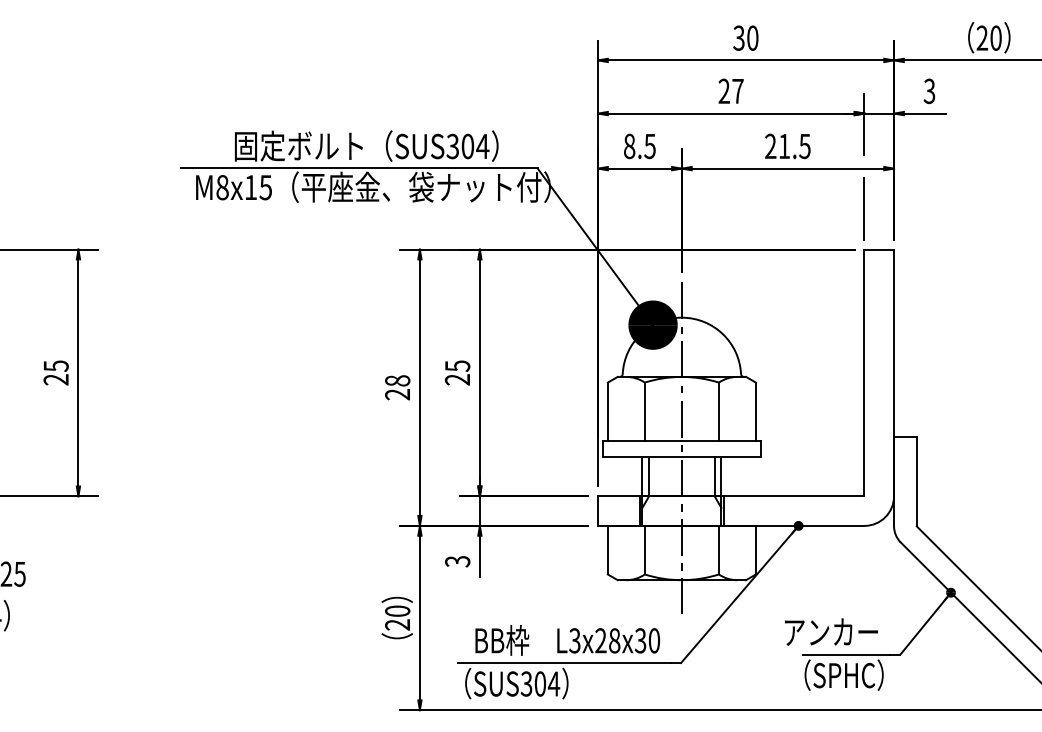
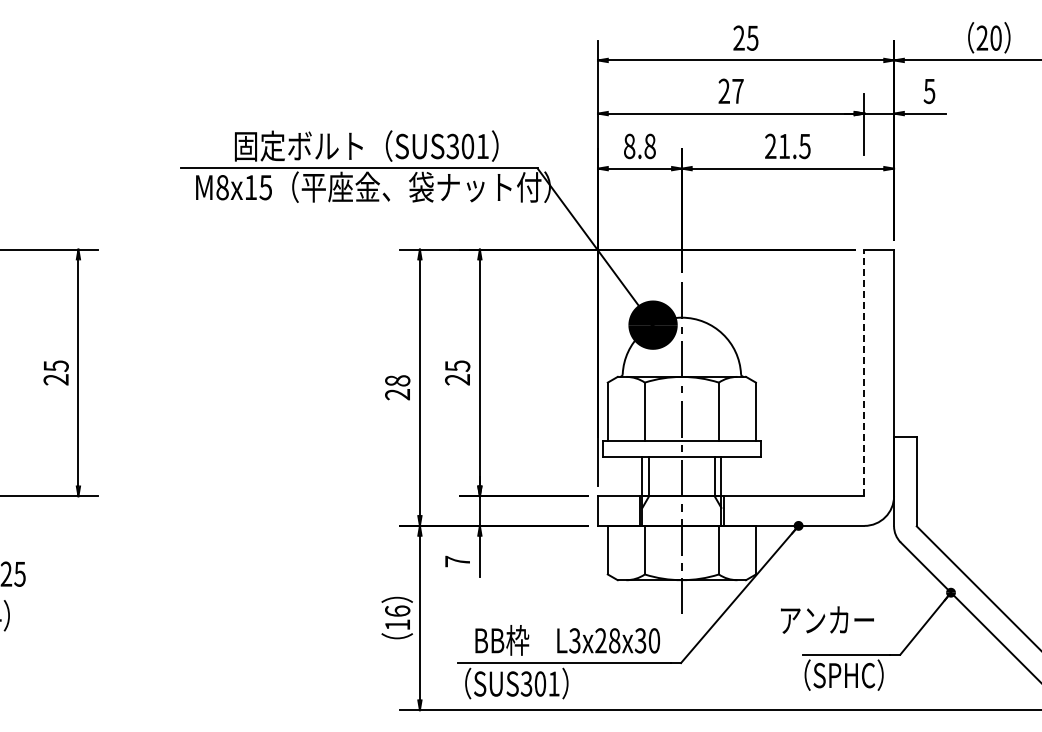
text at (745, 37): 30 -> 25
text at (929, 90): 3 -> 5
text at (649, 145): 8.5 -> 8.8
text at (482, 146): SUS304 -> SUS301
line at (864, 208): present -> none
line at (864, 372): solid -> dashed
text at (457, 561): 3 -> 7
text at (397, 617): 20 -> 16
text at (831, 631) position: (831, 631) -> (827, 619)
text at (553, 683): SUS304 -> SUS301
